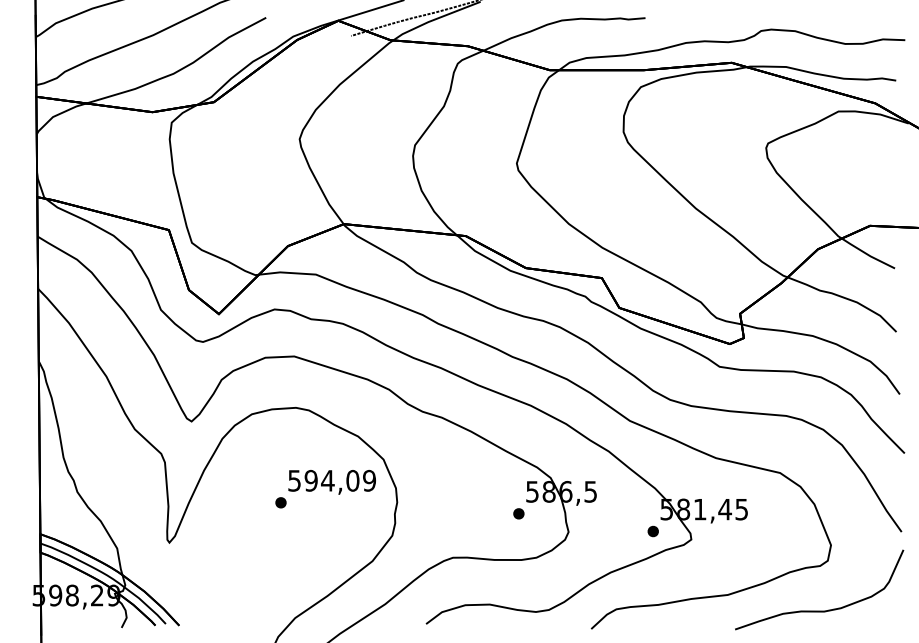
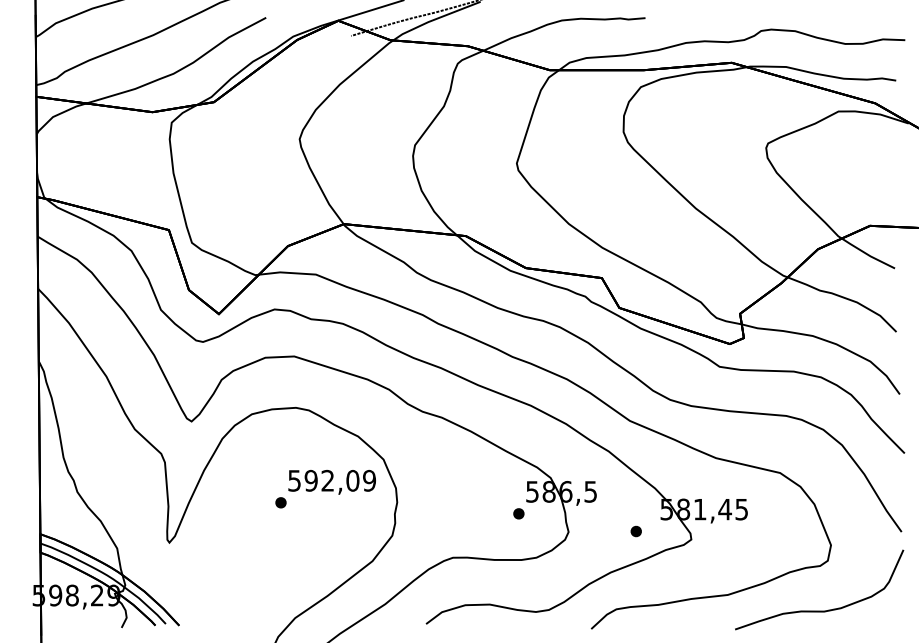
text at (327, 480): 594,09 -> 592,09
part at (652, 531) position: (652, 531) -> (635, 531)
